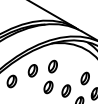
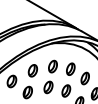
part at (70, 68): none -> present
part at (27, 92): none -> present
